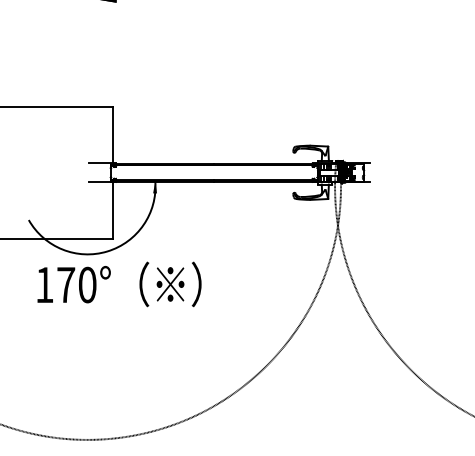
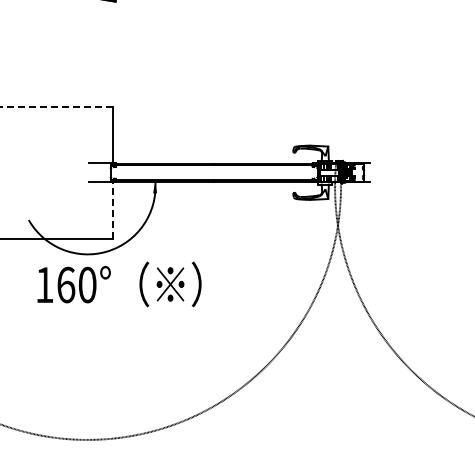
line at (55, 106): solid -> dashed
line at (112, 210): solid -> dashed
text at (66, 284): 170° -> 160°
